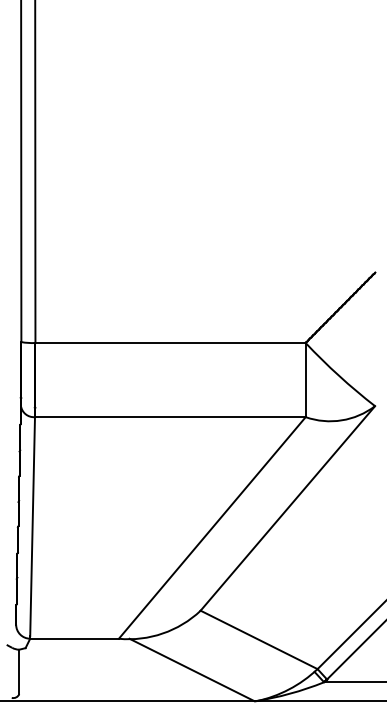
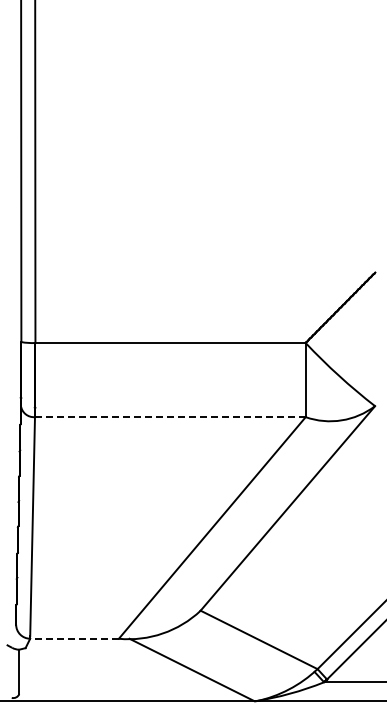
line at (169, 417): solid -> dashed
line at (74, 638): solid -> dashed
